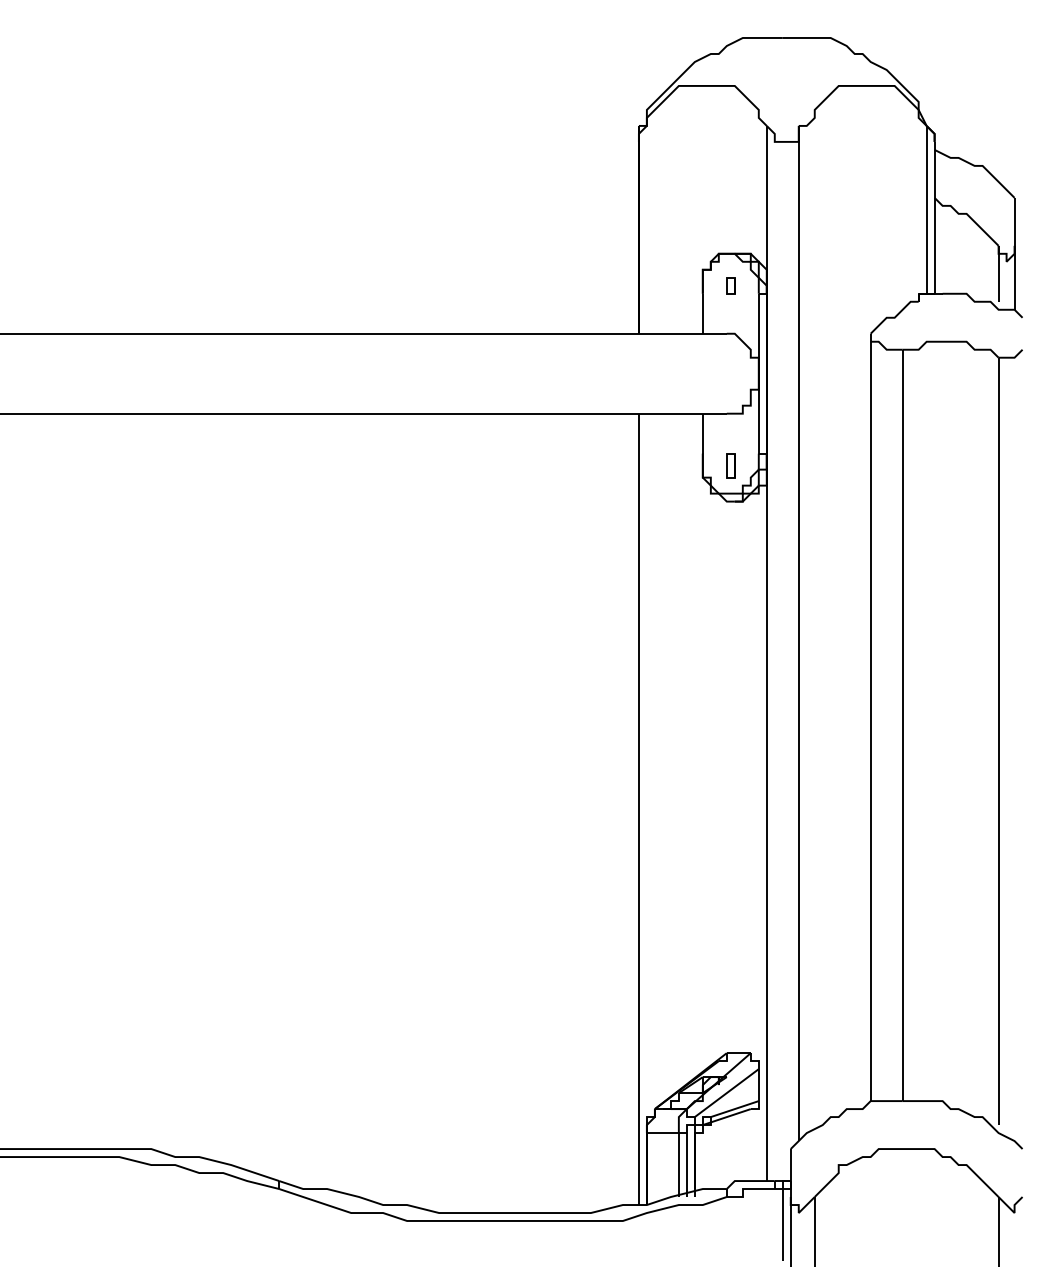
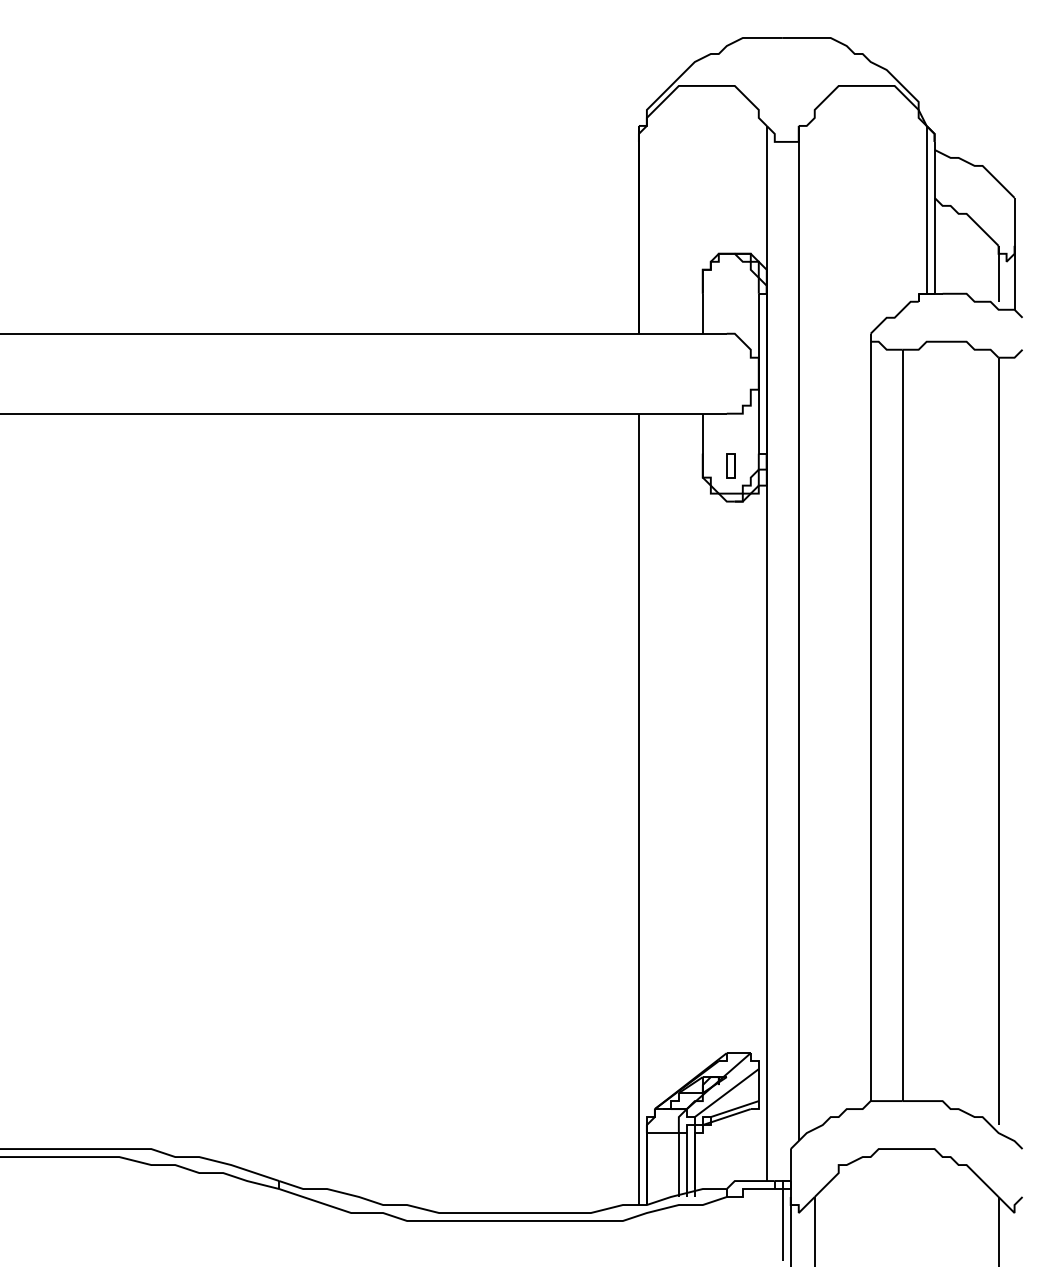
part at (730, 285): present -> none
